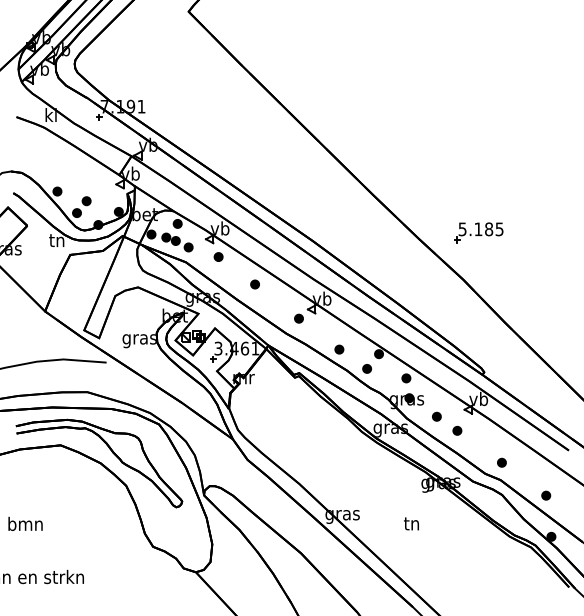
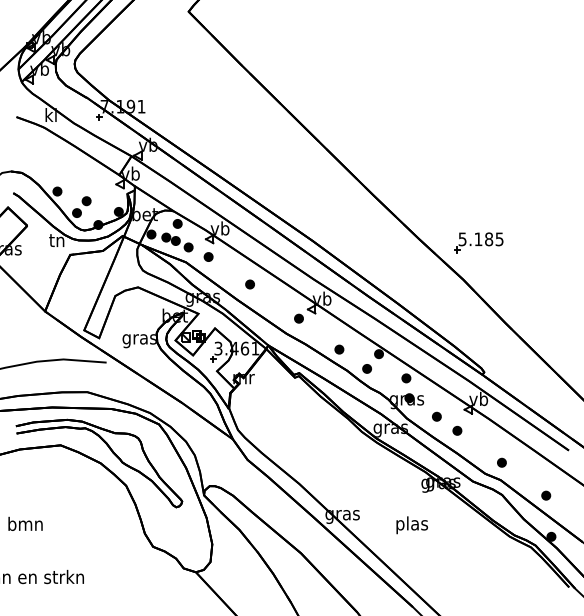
part at (478, 232) position: (478, 232) -> (478, 242)
part at (218, 256) position: (218, 256) -> (208, 256)
part at (254, 284) position: (254, 284) -> (249, 284)
text at (412, 525): tn -> plas
